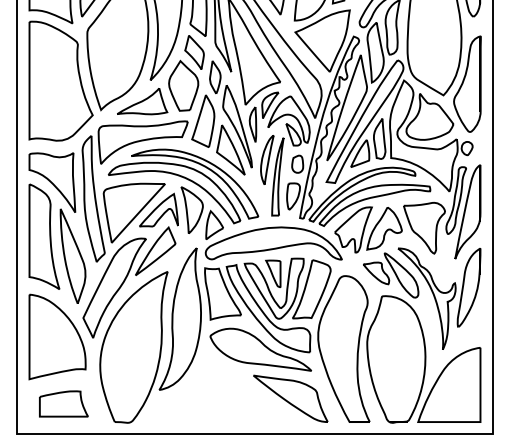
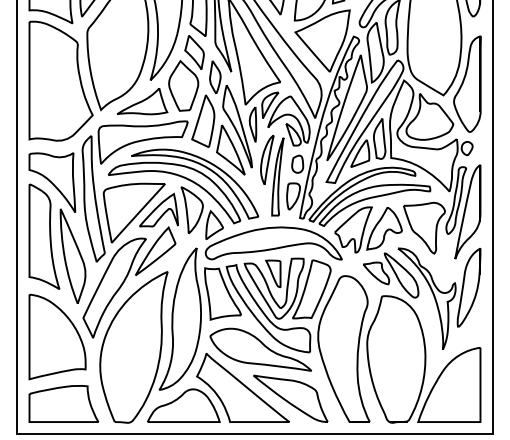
part at (218, 387): none -> present
part at (63, 403) size: 50x28 px -> 72x38 px
